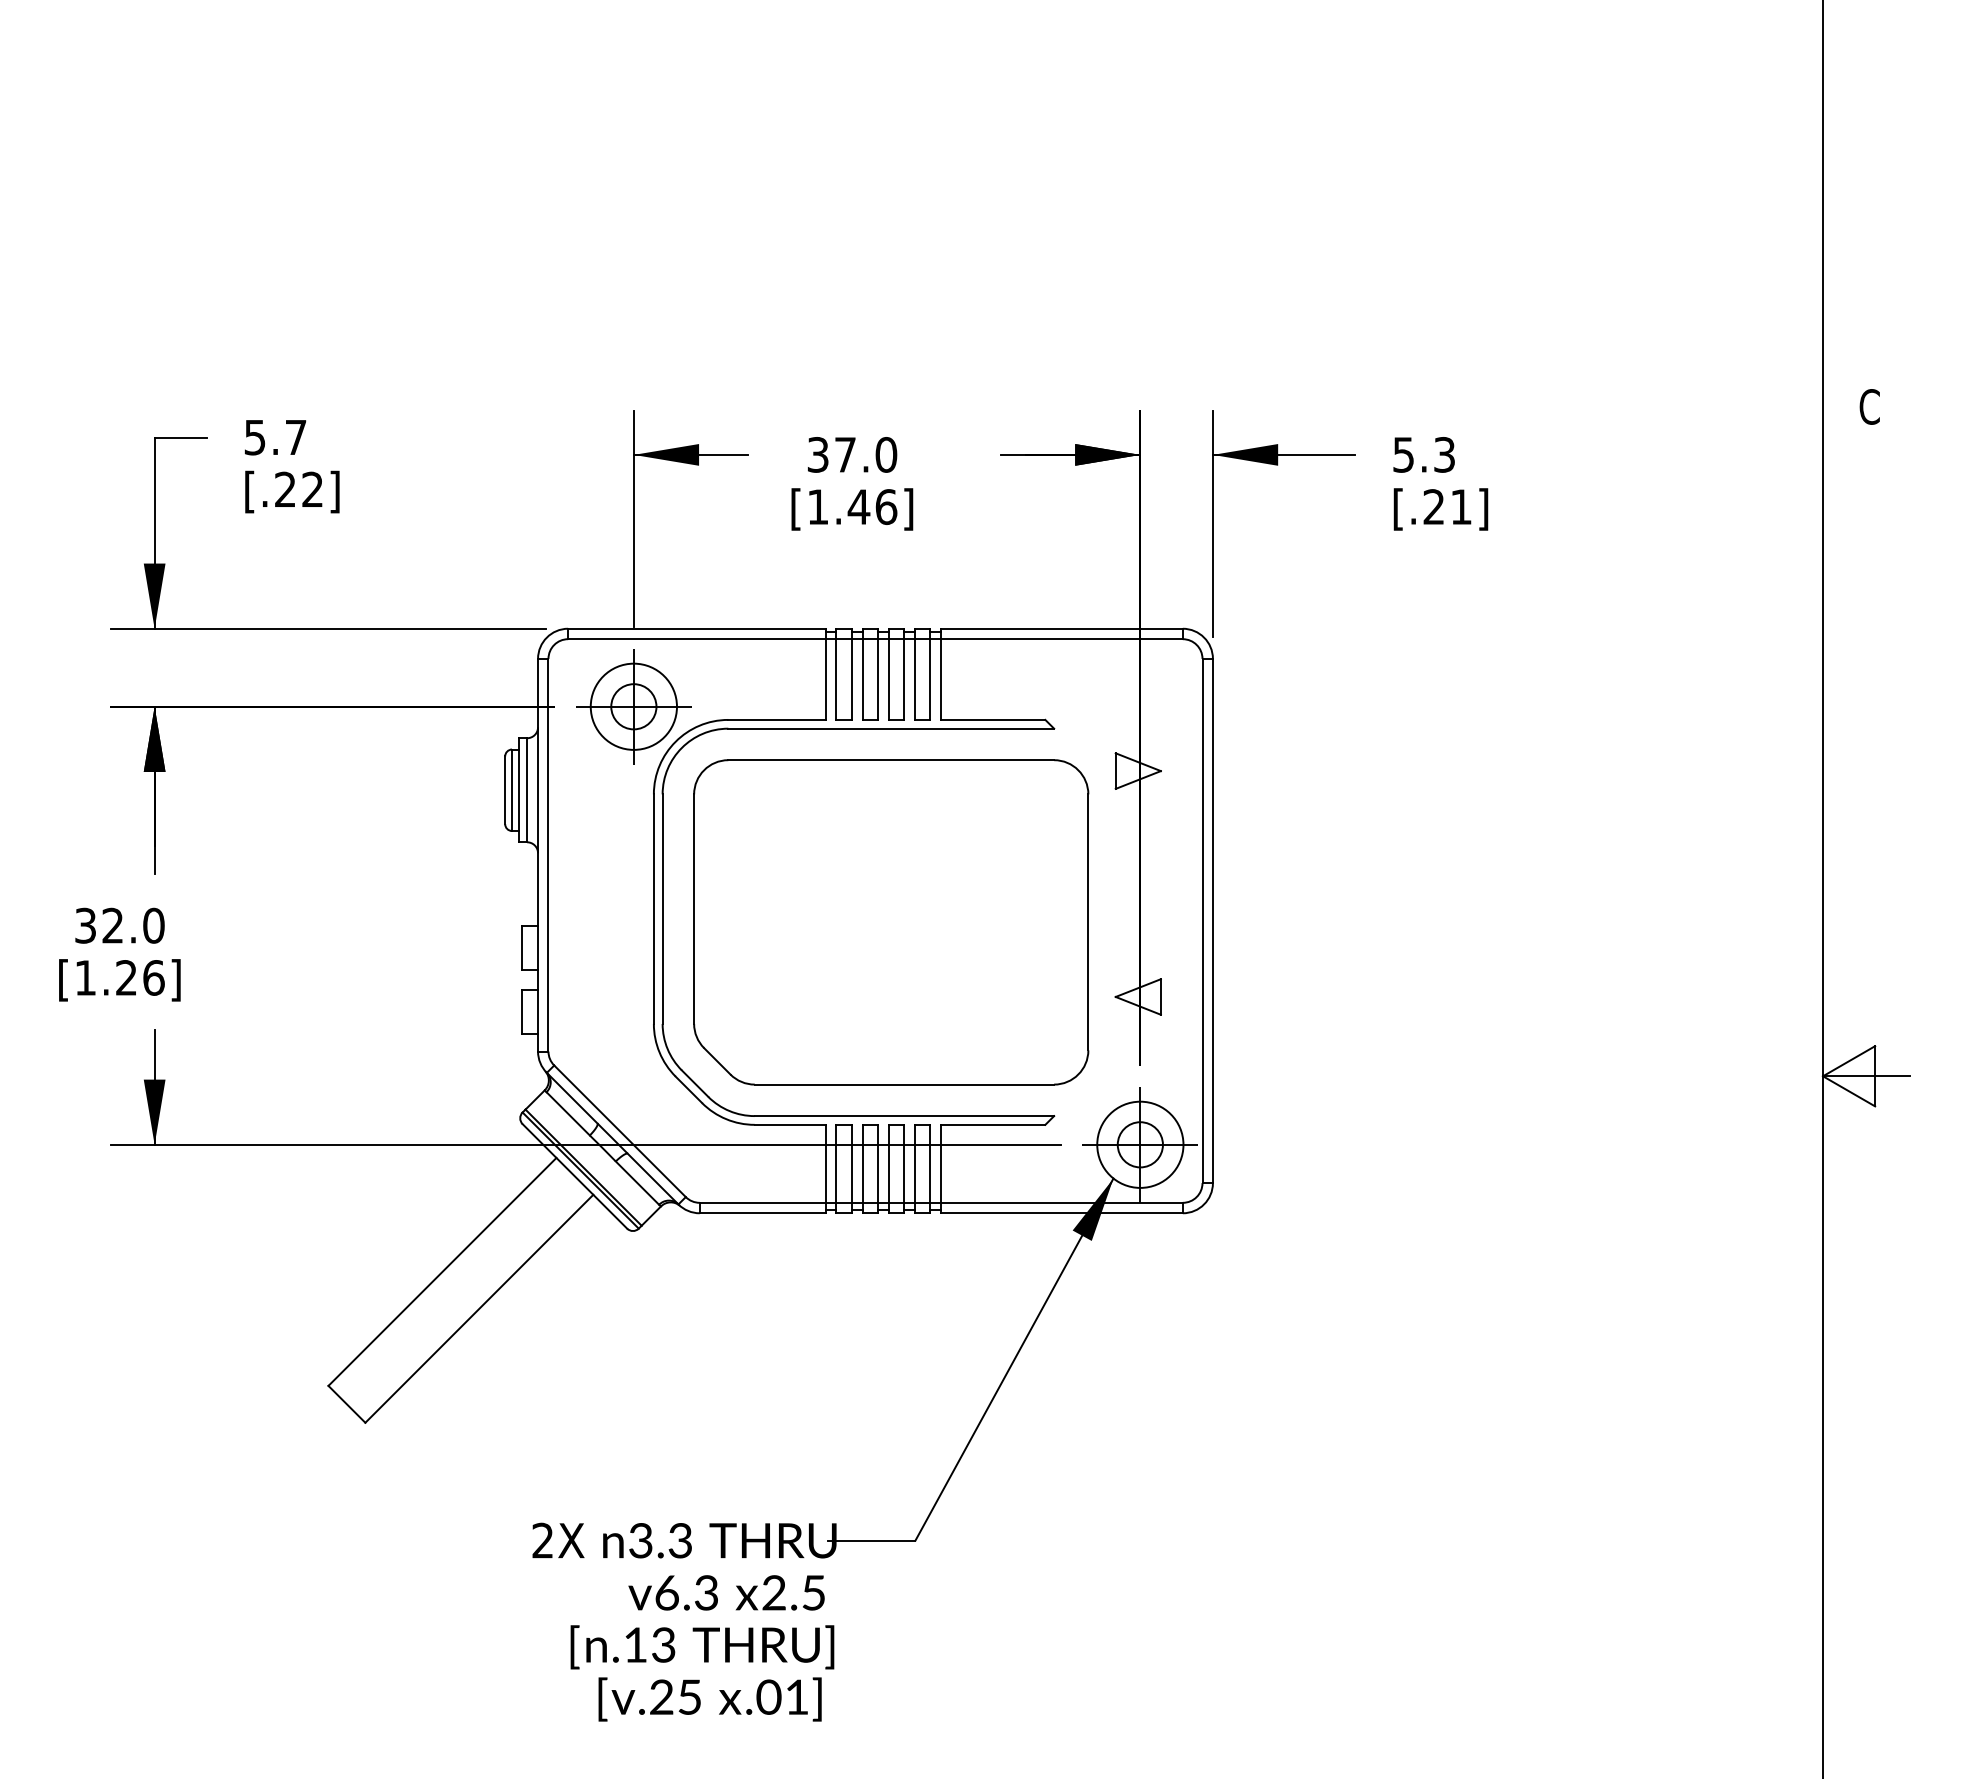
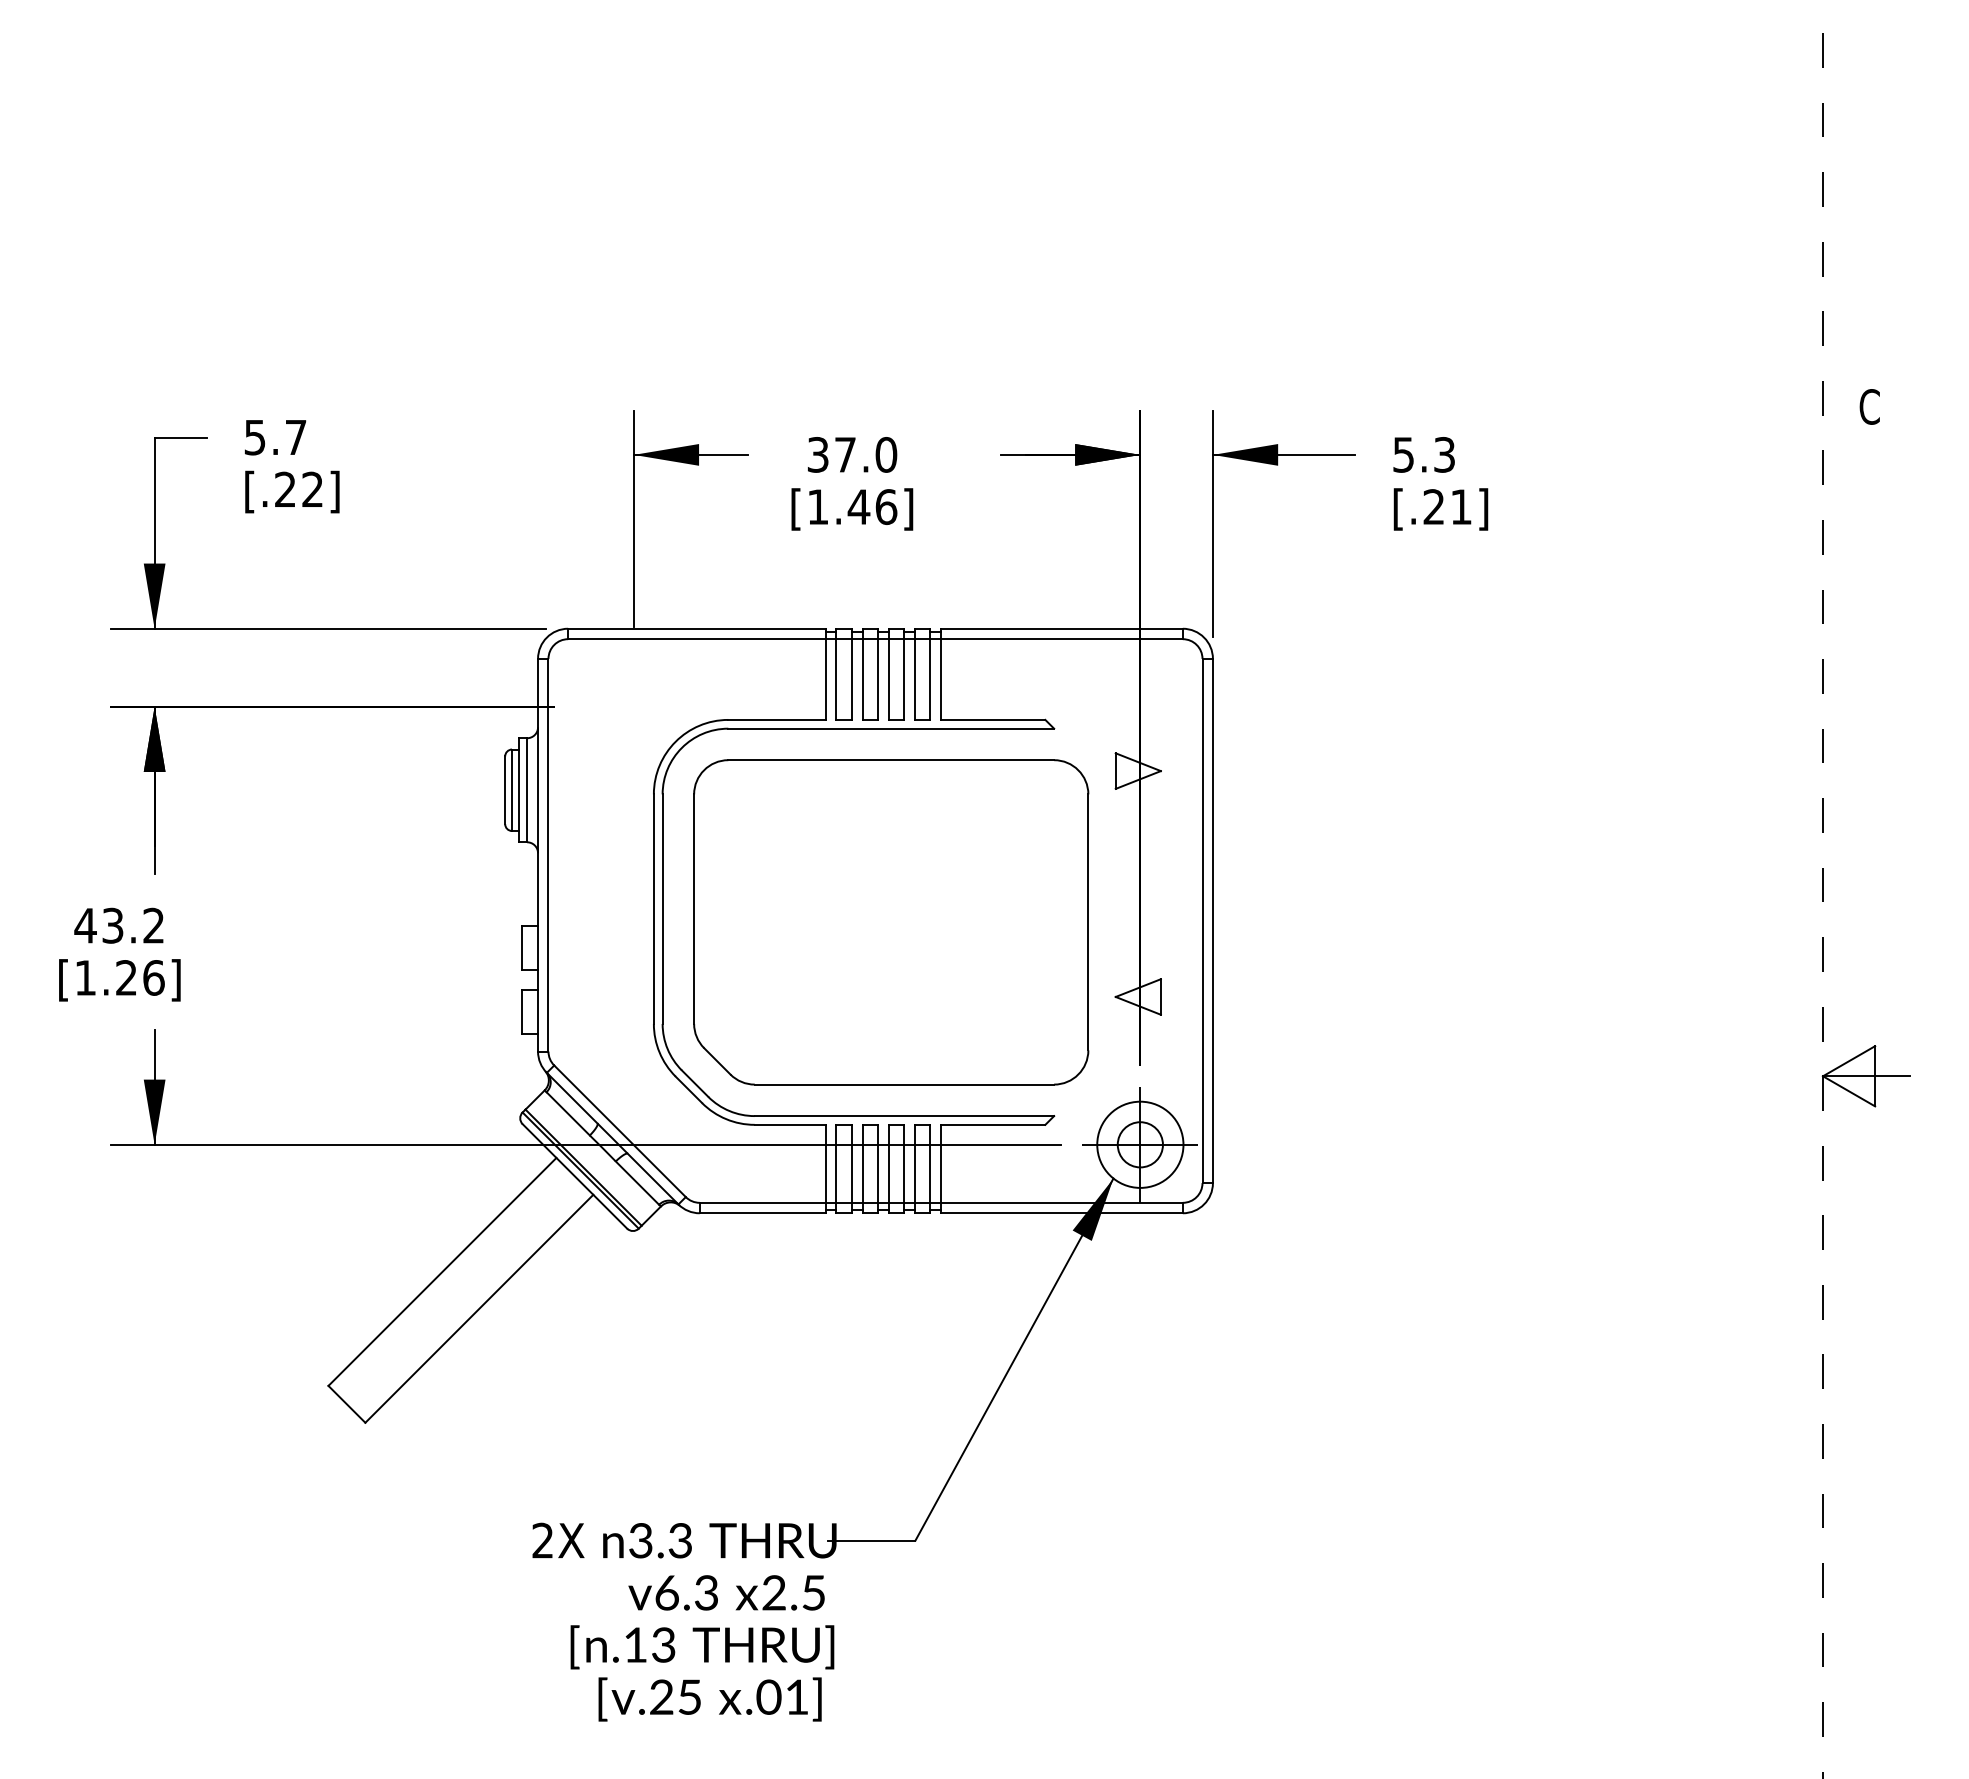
part at (633, 706): present -> none
line at (1823, 889): solid -> dashed
text at (119, 925): 32.0 -> 43.2
